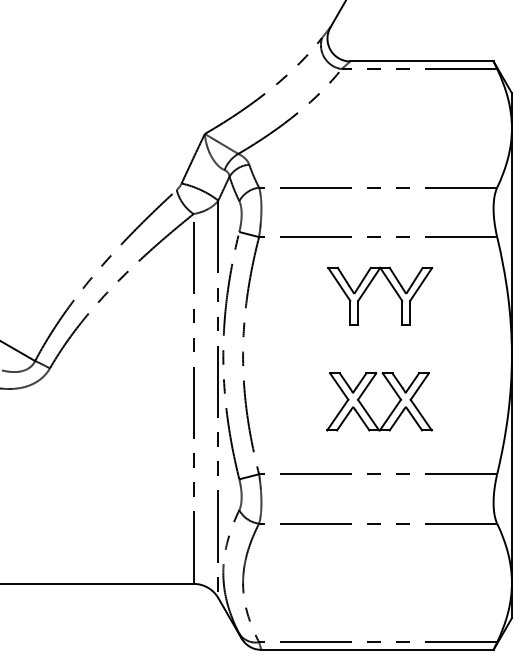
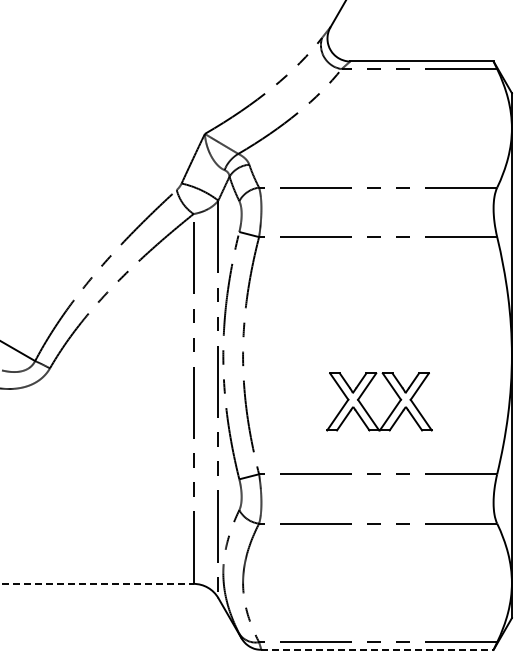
part at (392, 288): present -> none
line at (96, 583): solid -> dashed
line at (377, 649): solid -> dashed
